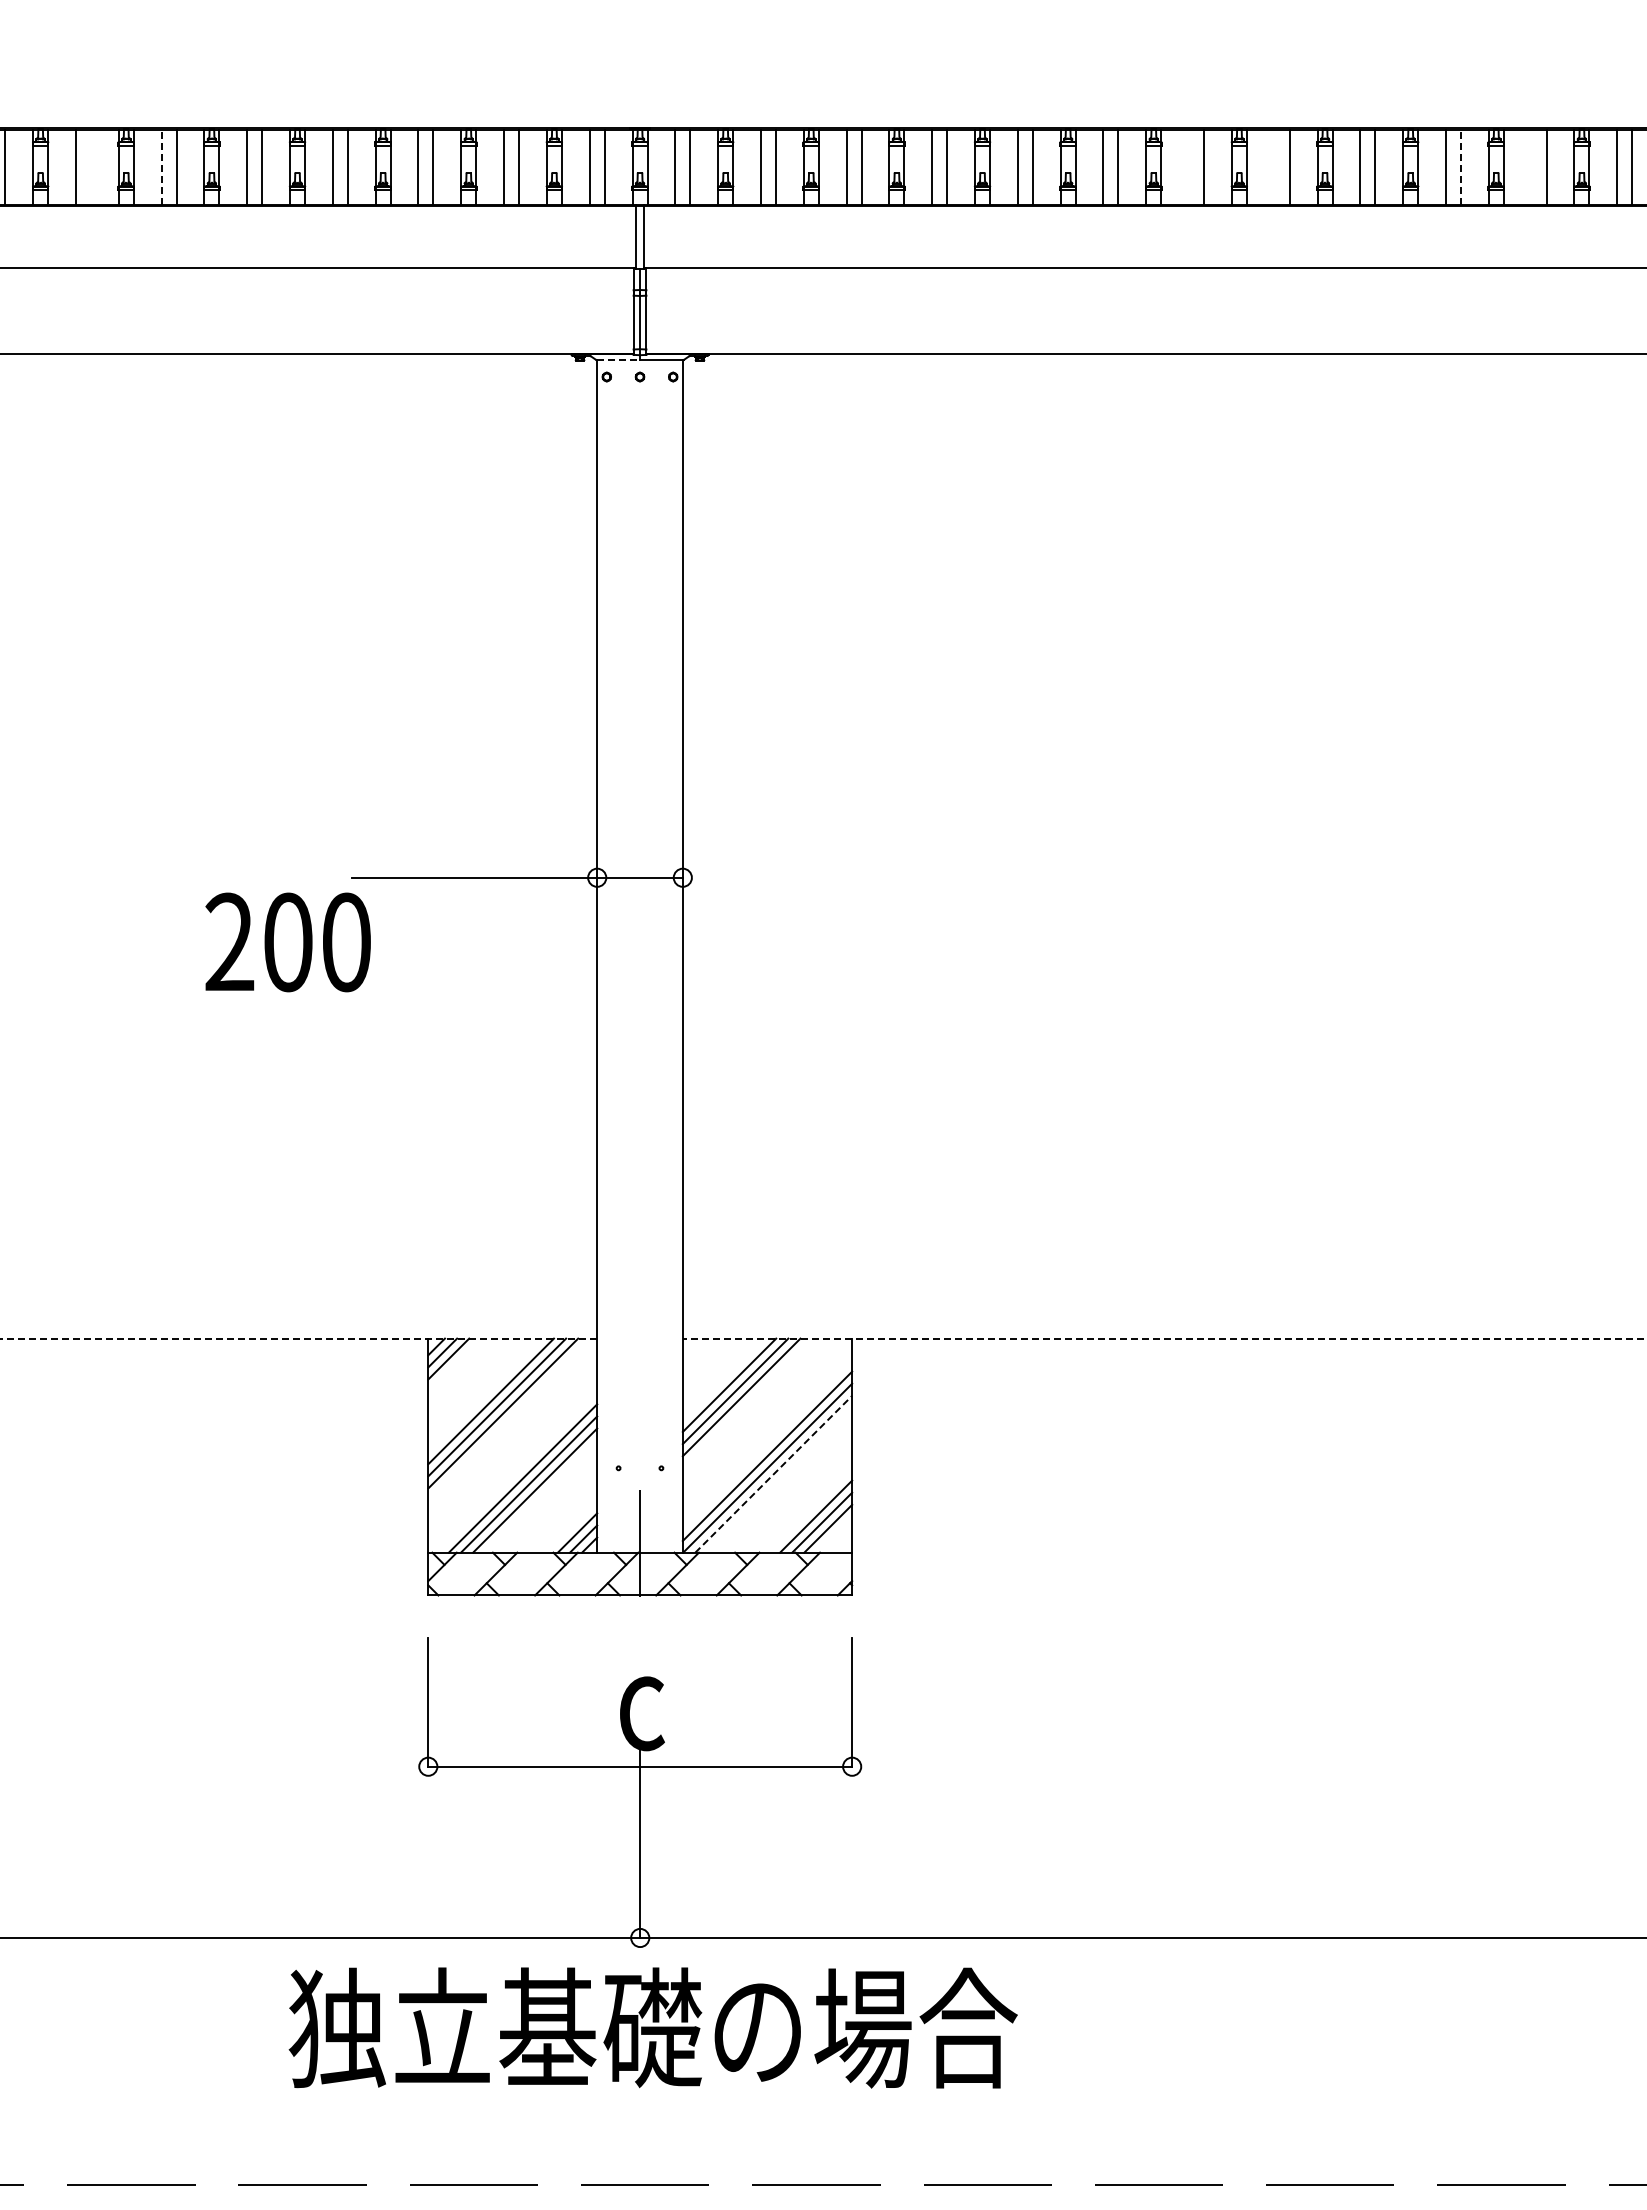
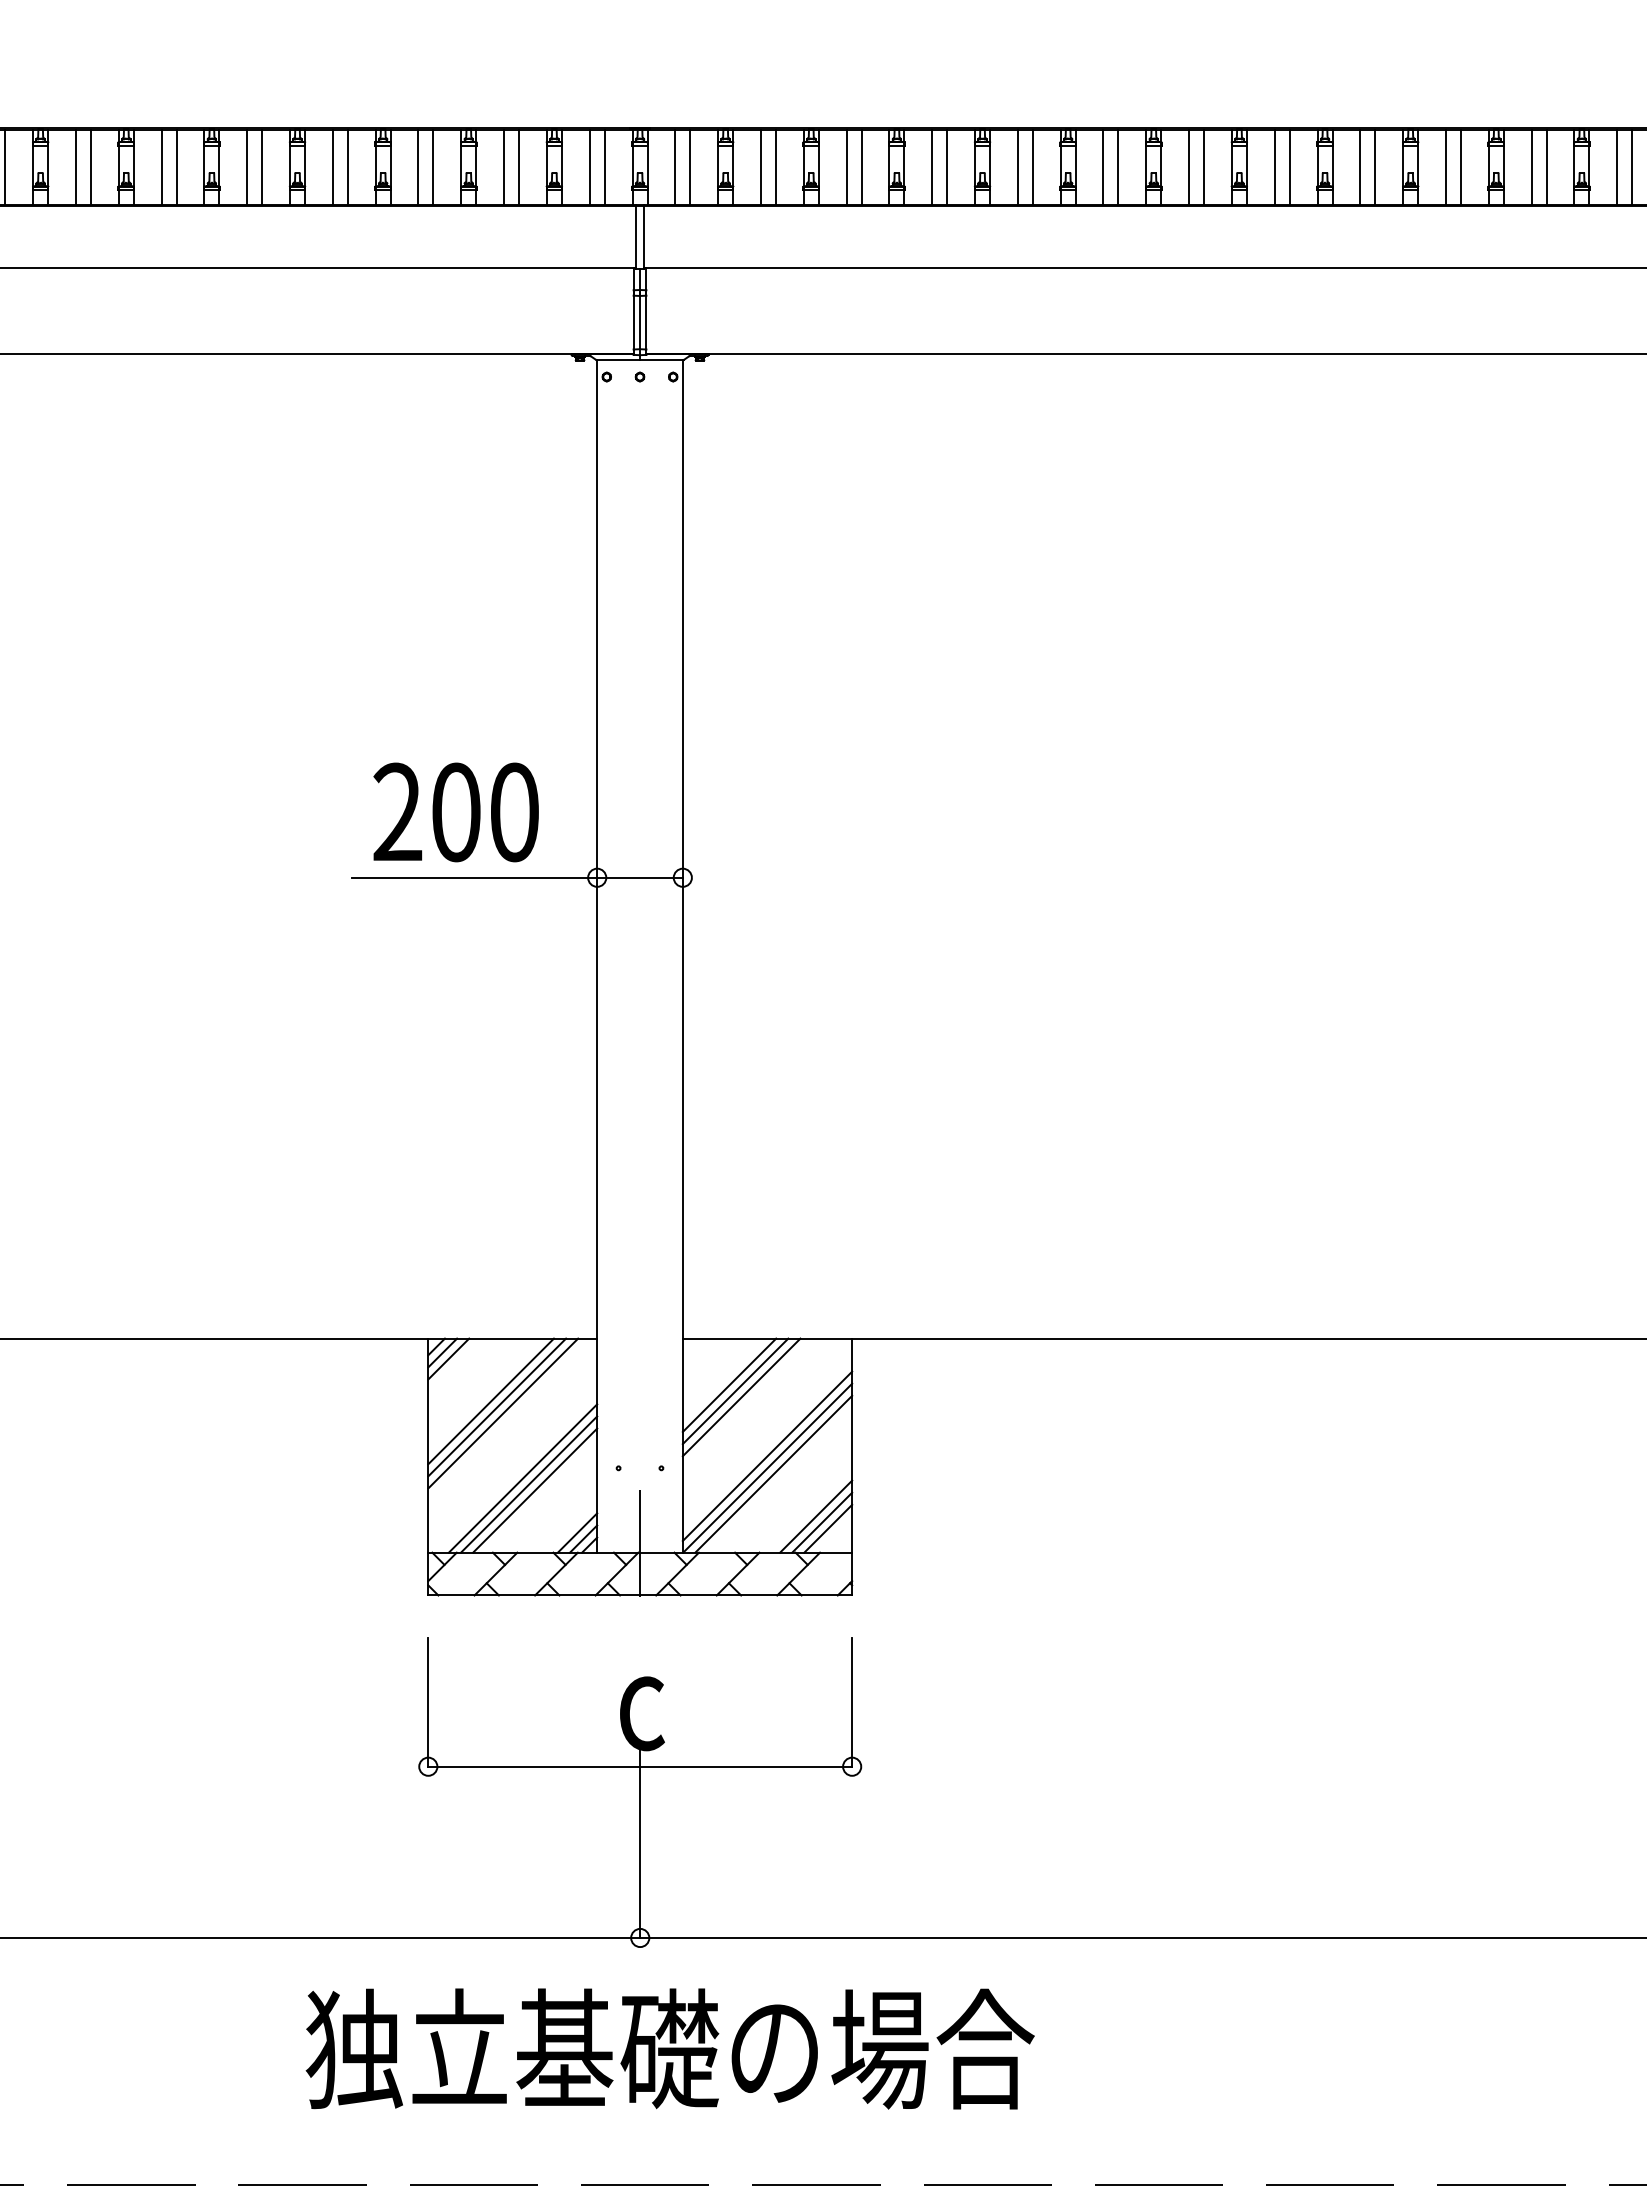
line at (90, 167): none -> present
line at (161, 167): dashed -> solid
line at (1189, 167): none -> present
line at (1274, 167): none -> present
line at (1460, 167): dashed -> solid
line at (1531, 167): none -> present
line at (618, 359): dashed -> solid
text at (287, 942) position: (287, 942) -> (455, 812)
line at (298, 1338): dashed -> solid
line at (1164, 1338): dashed -> solid
line at (773, 1474): dashed -> solid
text at (652, 2027) position: (652, 2027) -> (669, 2048)
